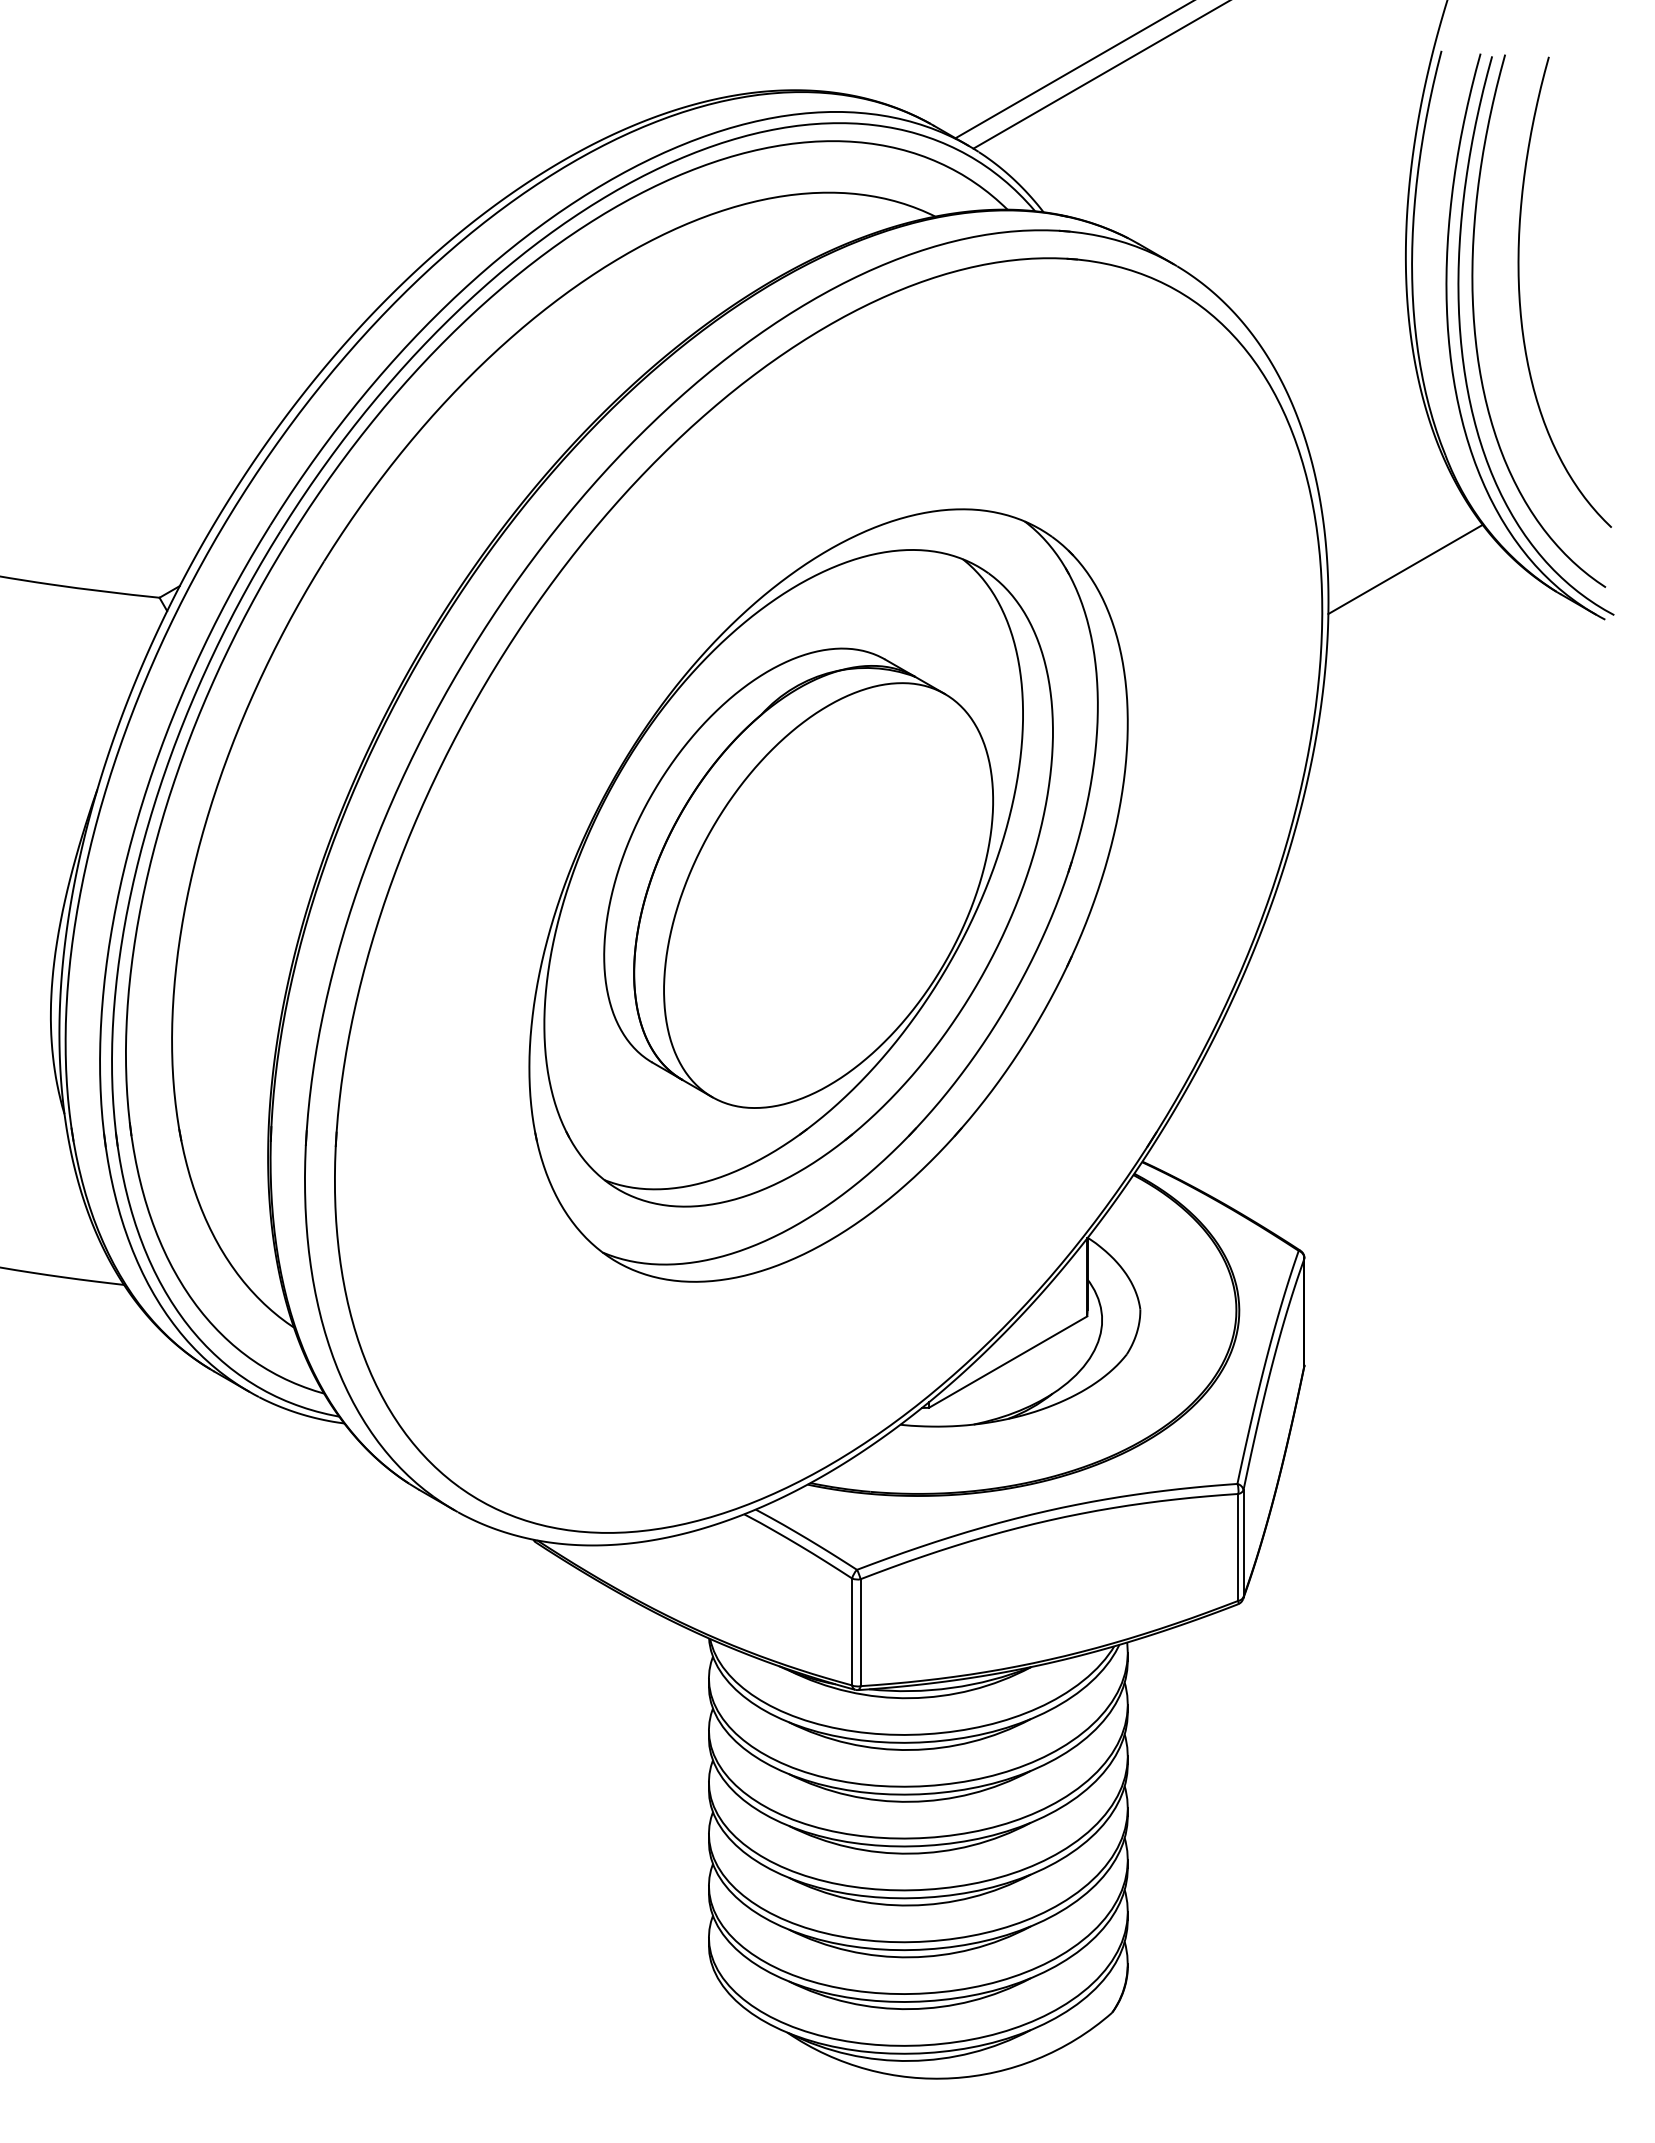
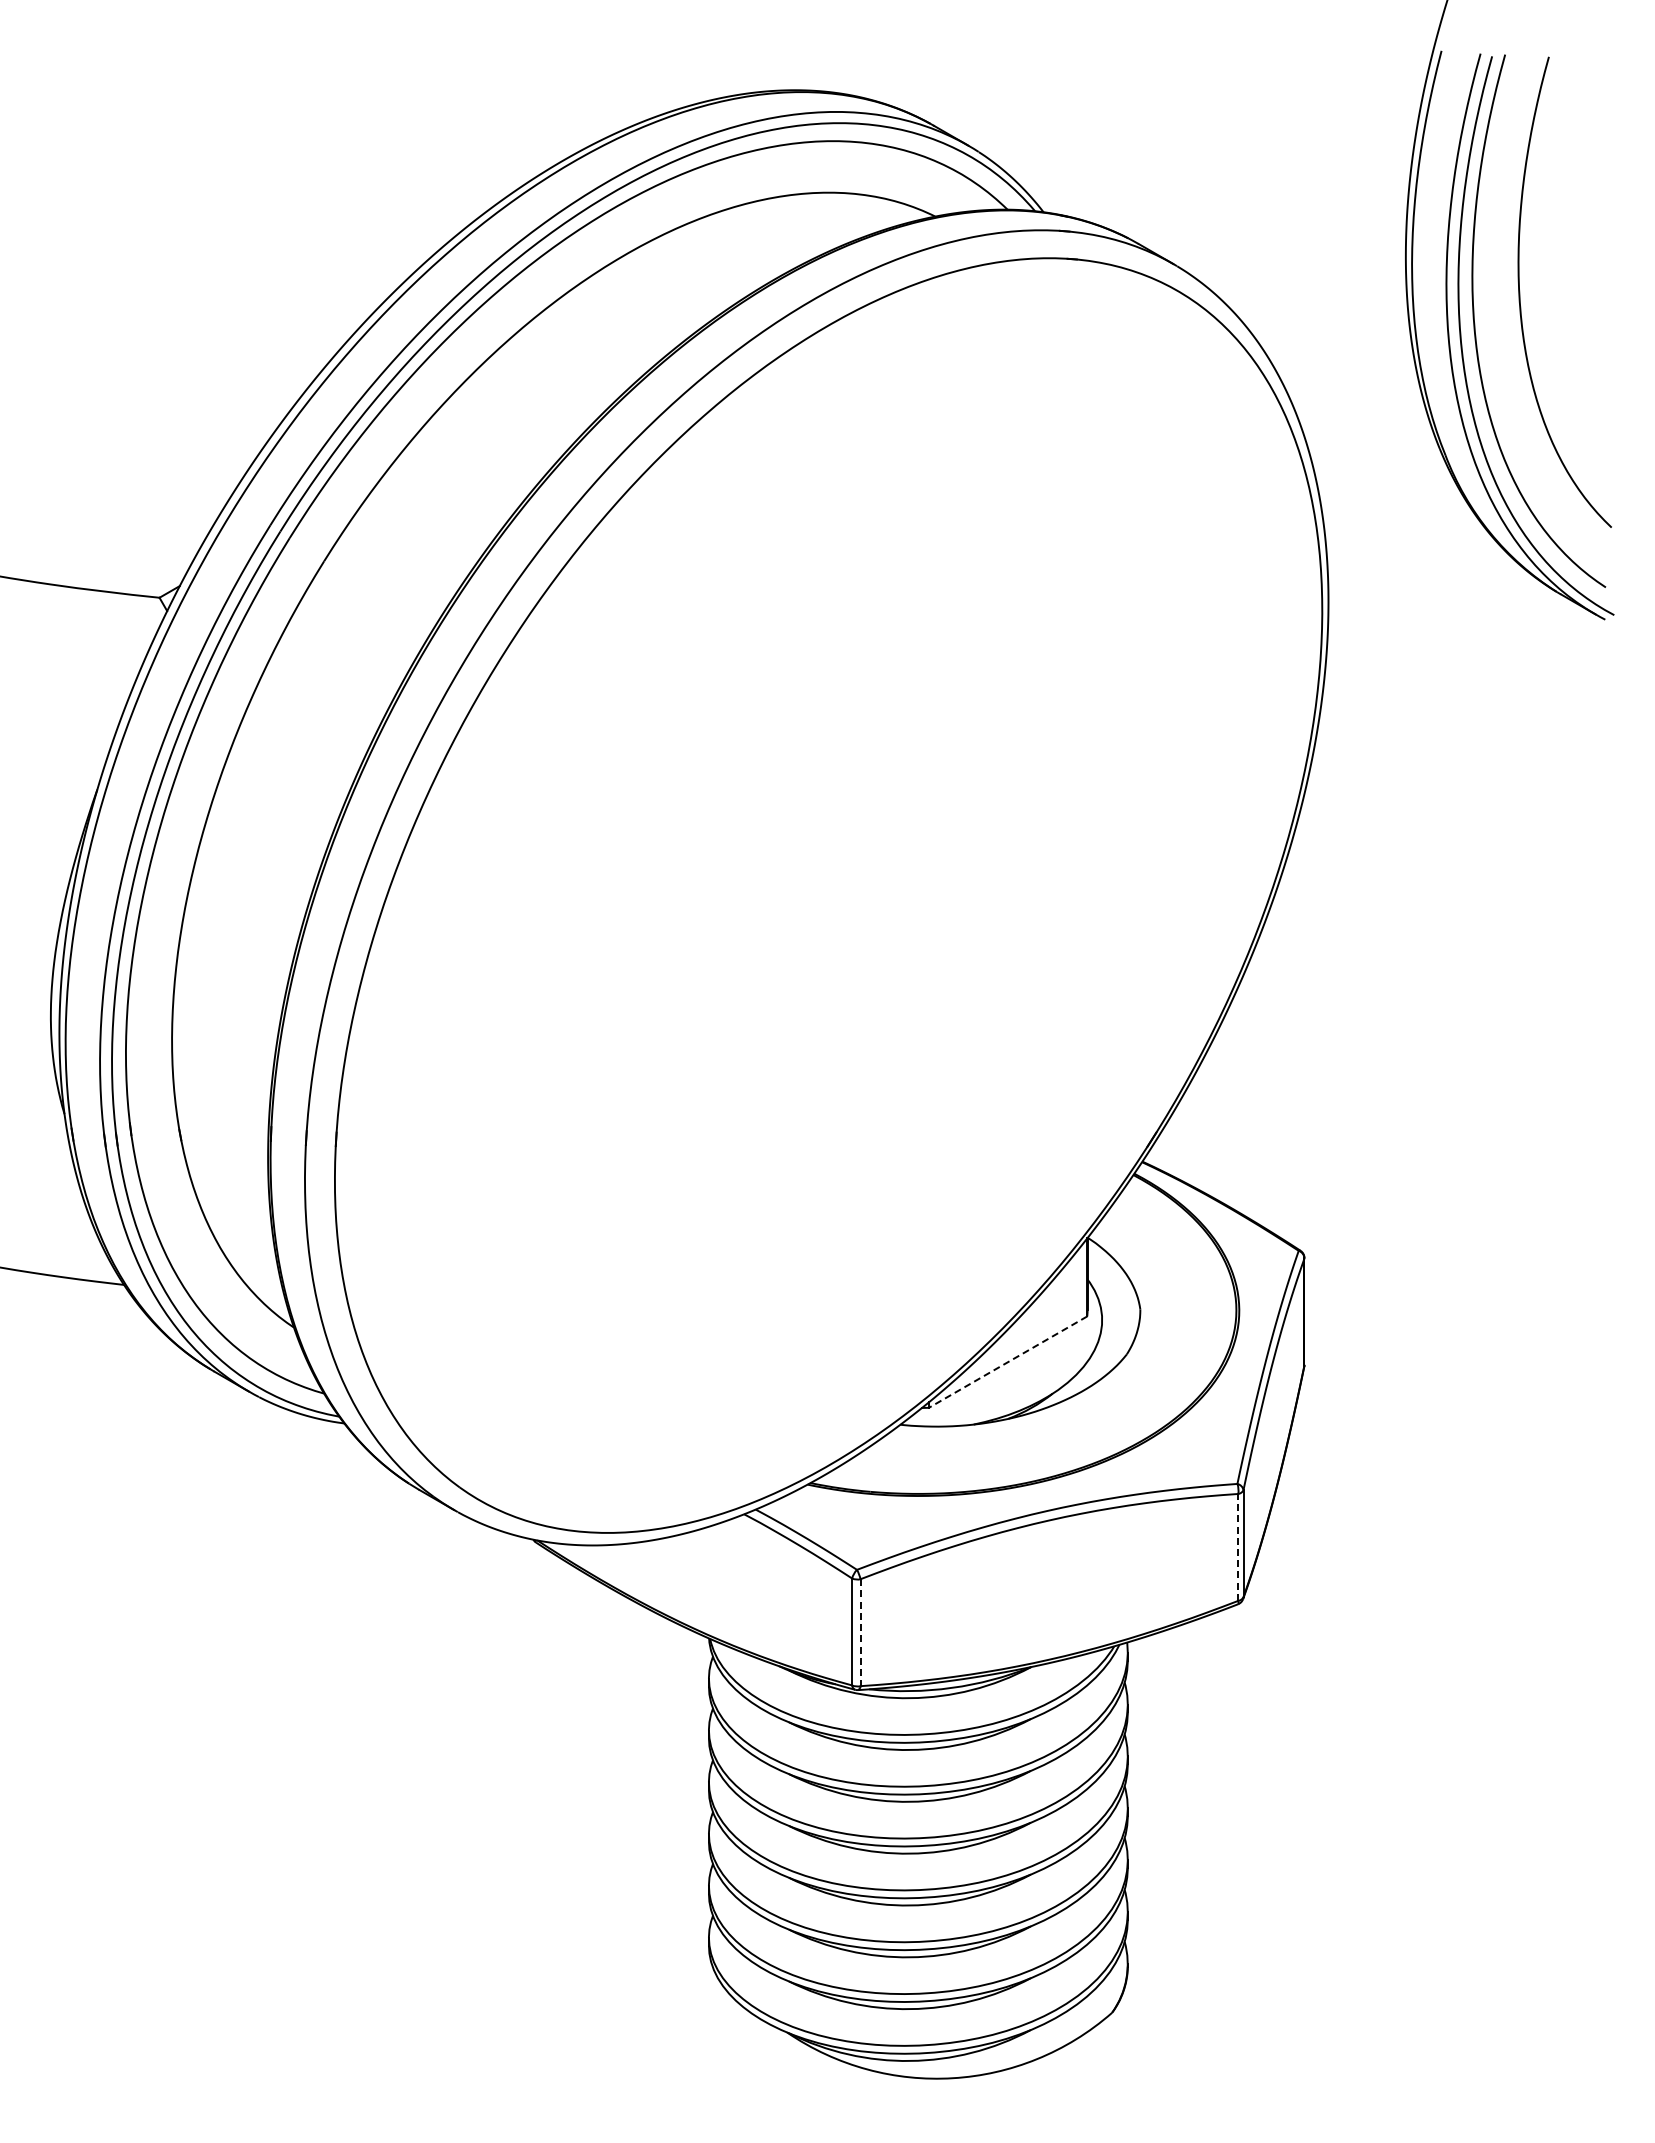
line at (1073, 70): present -> none
line at (1100, 75): present -> none
line at (1405, 569): present -> none
part at (828, 895): present -> none
line at (1007, 1362): solid -> dashed
line at (1238, 1546): solid -> dashed
line at (860, 1633): solid -> dashed
